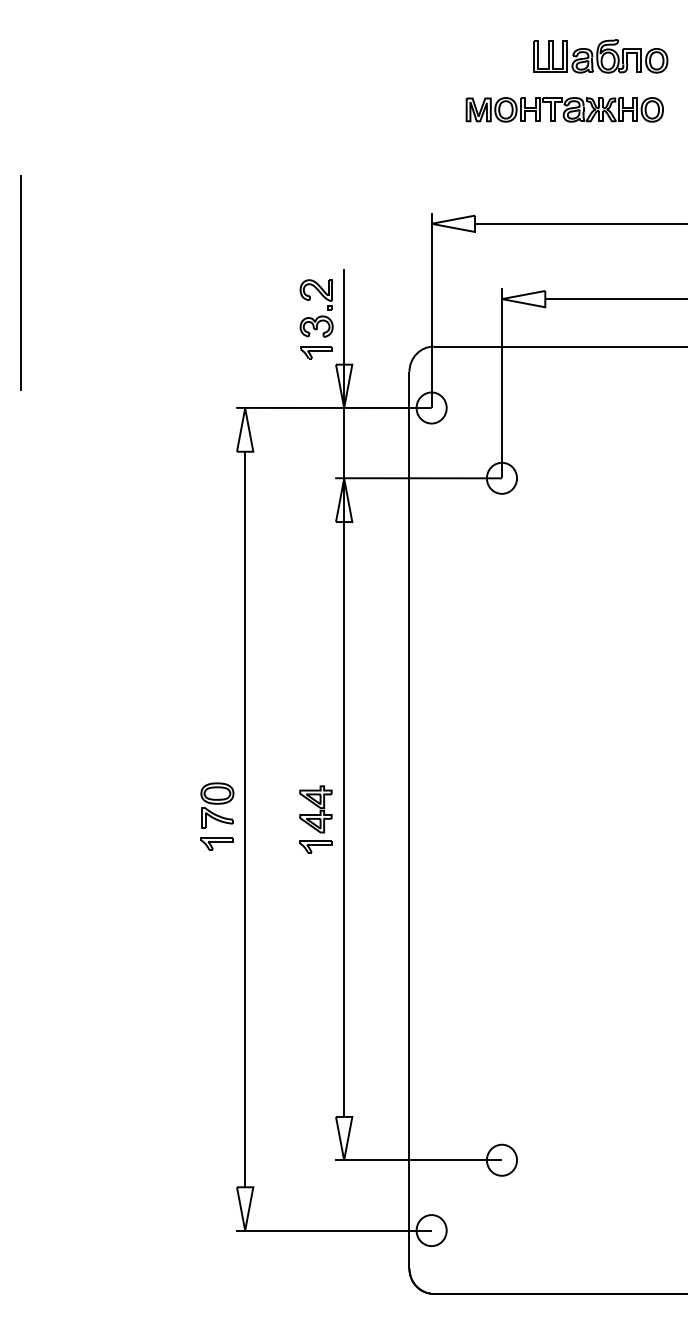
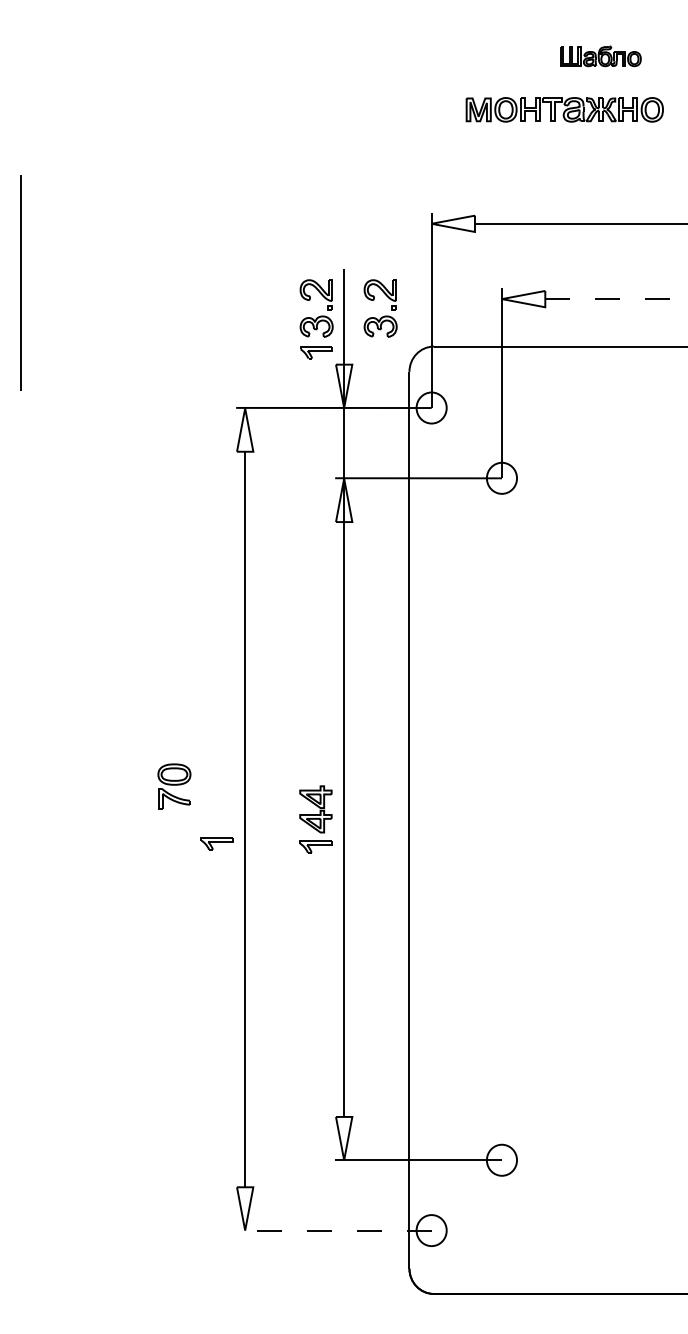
part at (600, 56) size: 136x35 px -> 82x23 px
line at (616, 299): solid -> dashed
part at (384, 315): none -> present
part at (217, 805) position: (217, 805) -> (174, 786)
line at (333, 1230): solid -> dashed
